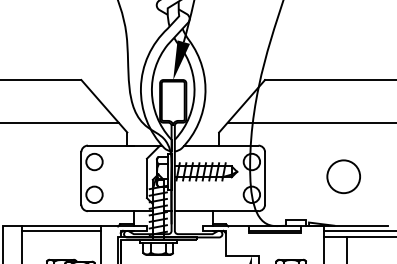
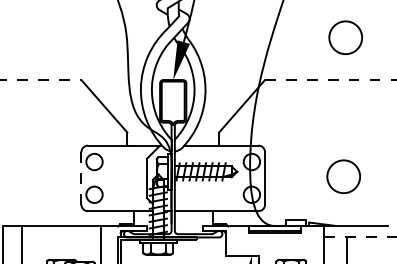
circle at (345, 37): none -> present
line at (41, 80): solid -> dashed
line at (331, 80): solid -> dashed
line at (60, 122): present -> none
line at (310, 122): present -> none
line at (81, 177): solid -> dashed
line at (61, 230): present -> none
line at (358, 230): present -> none
line at (360, 237): solid -> dashed
